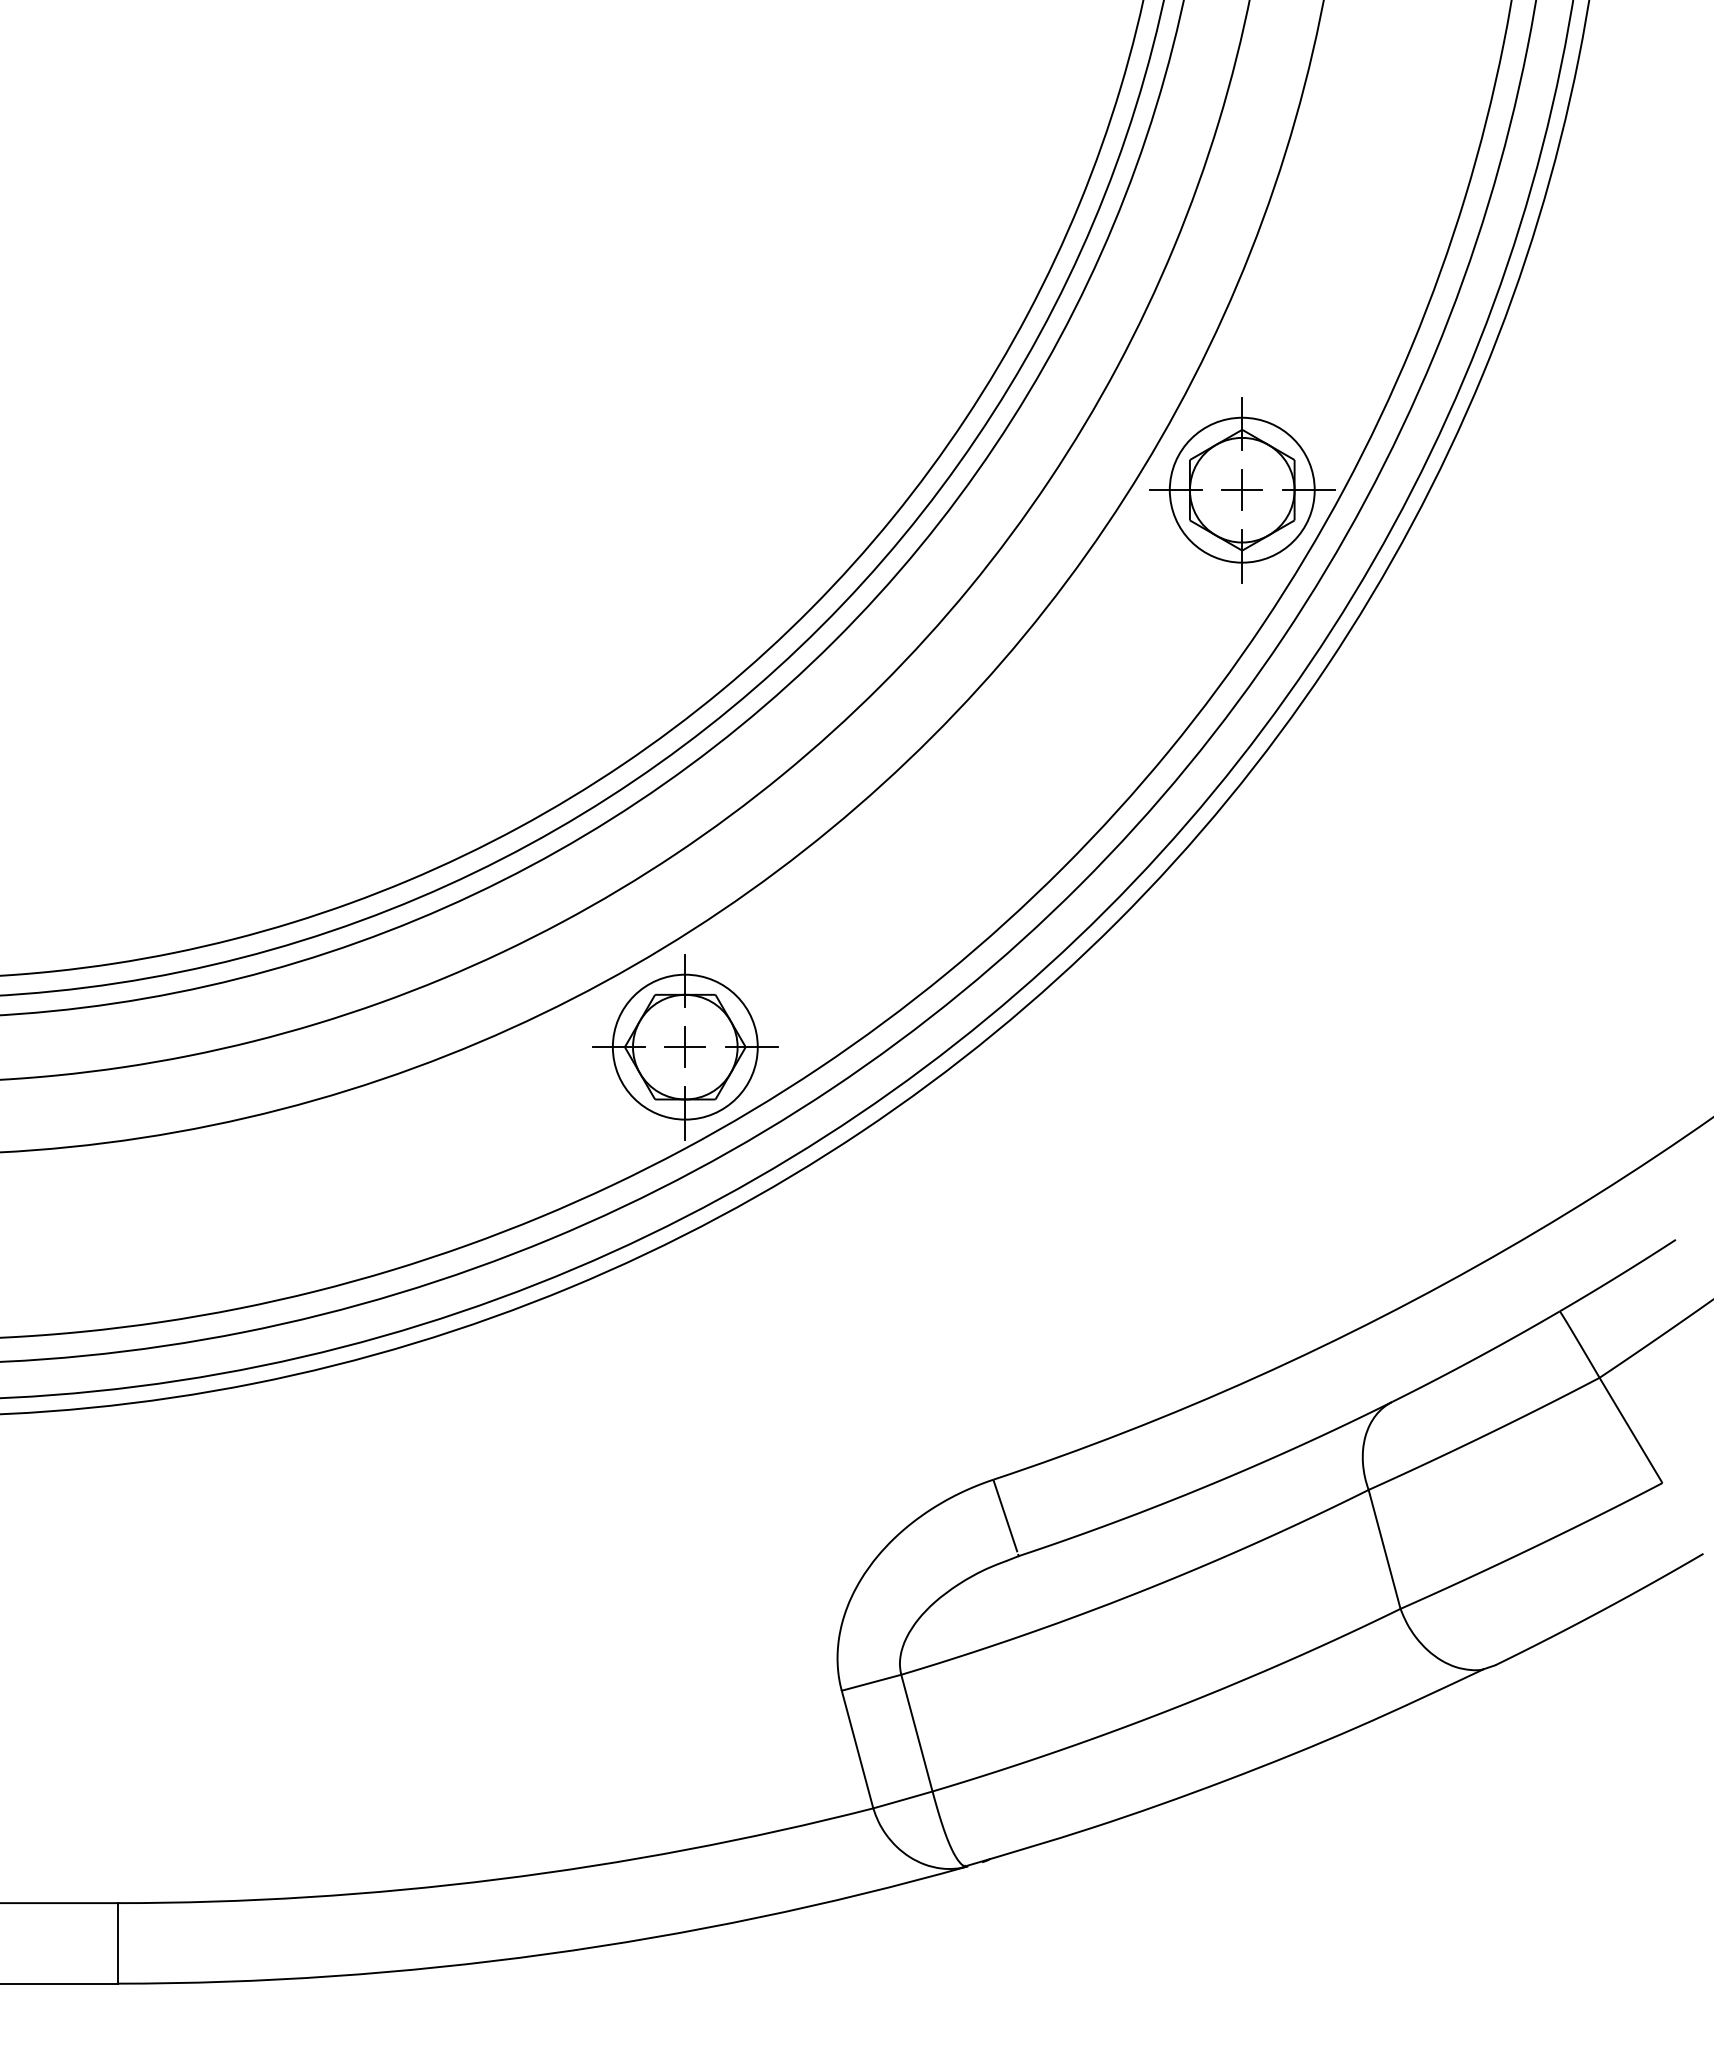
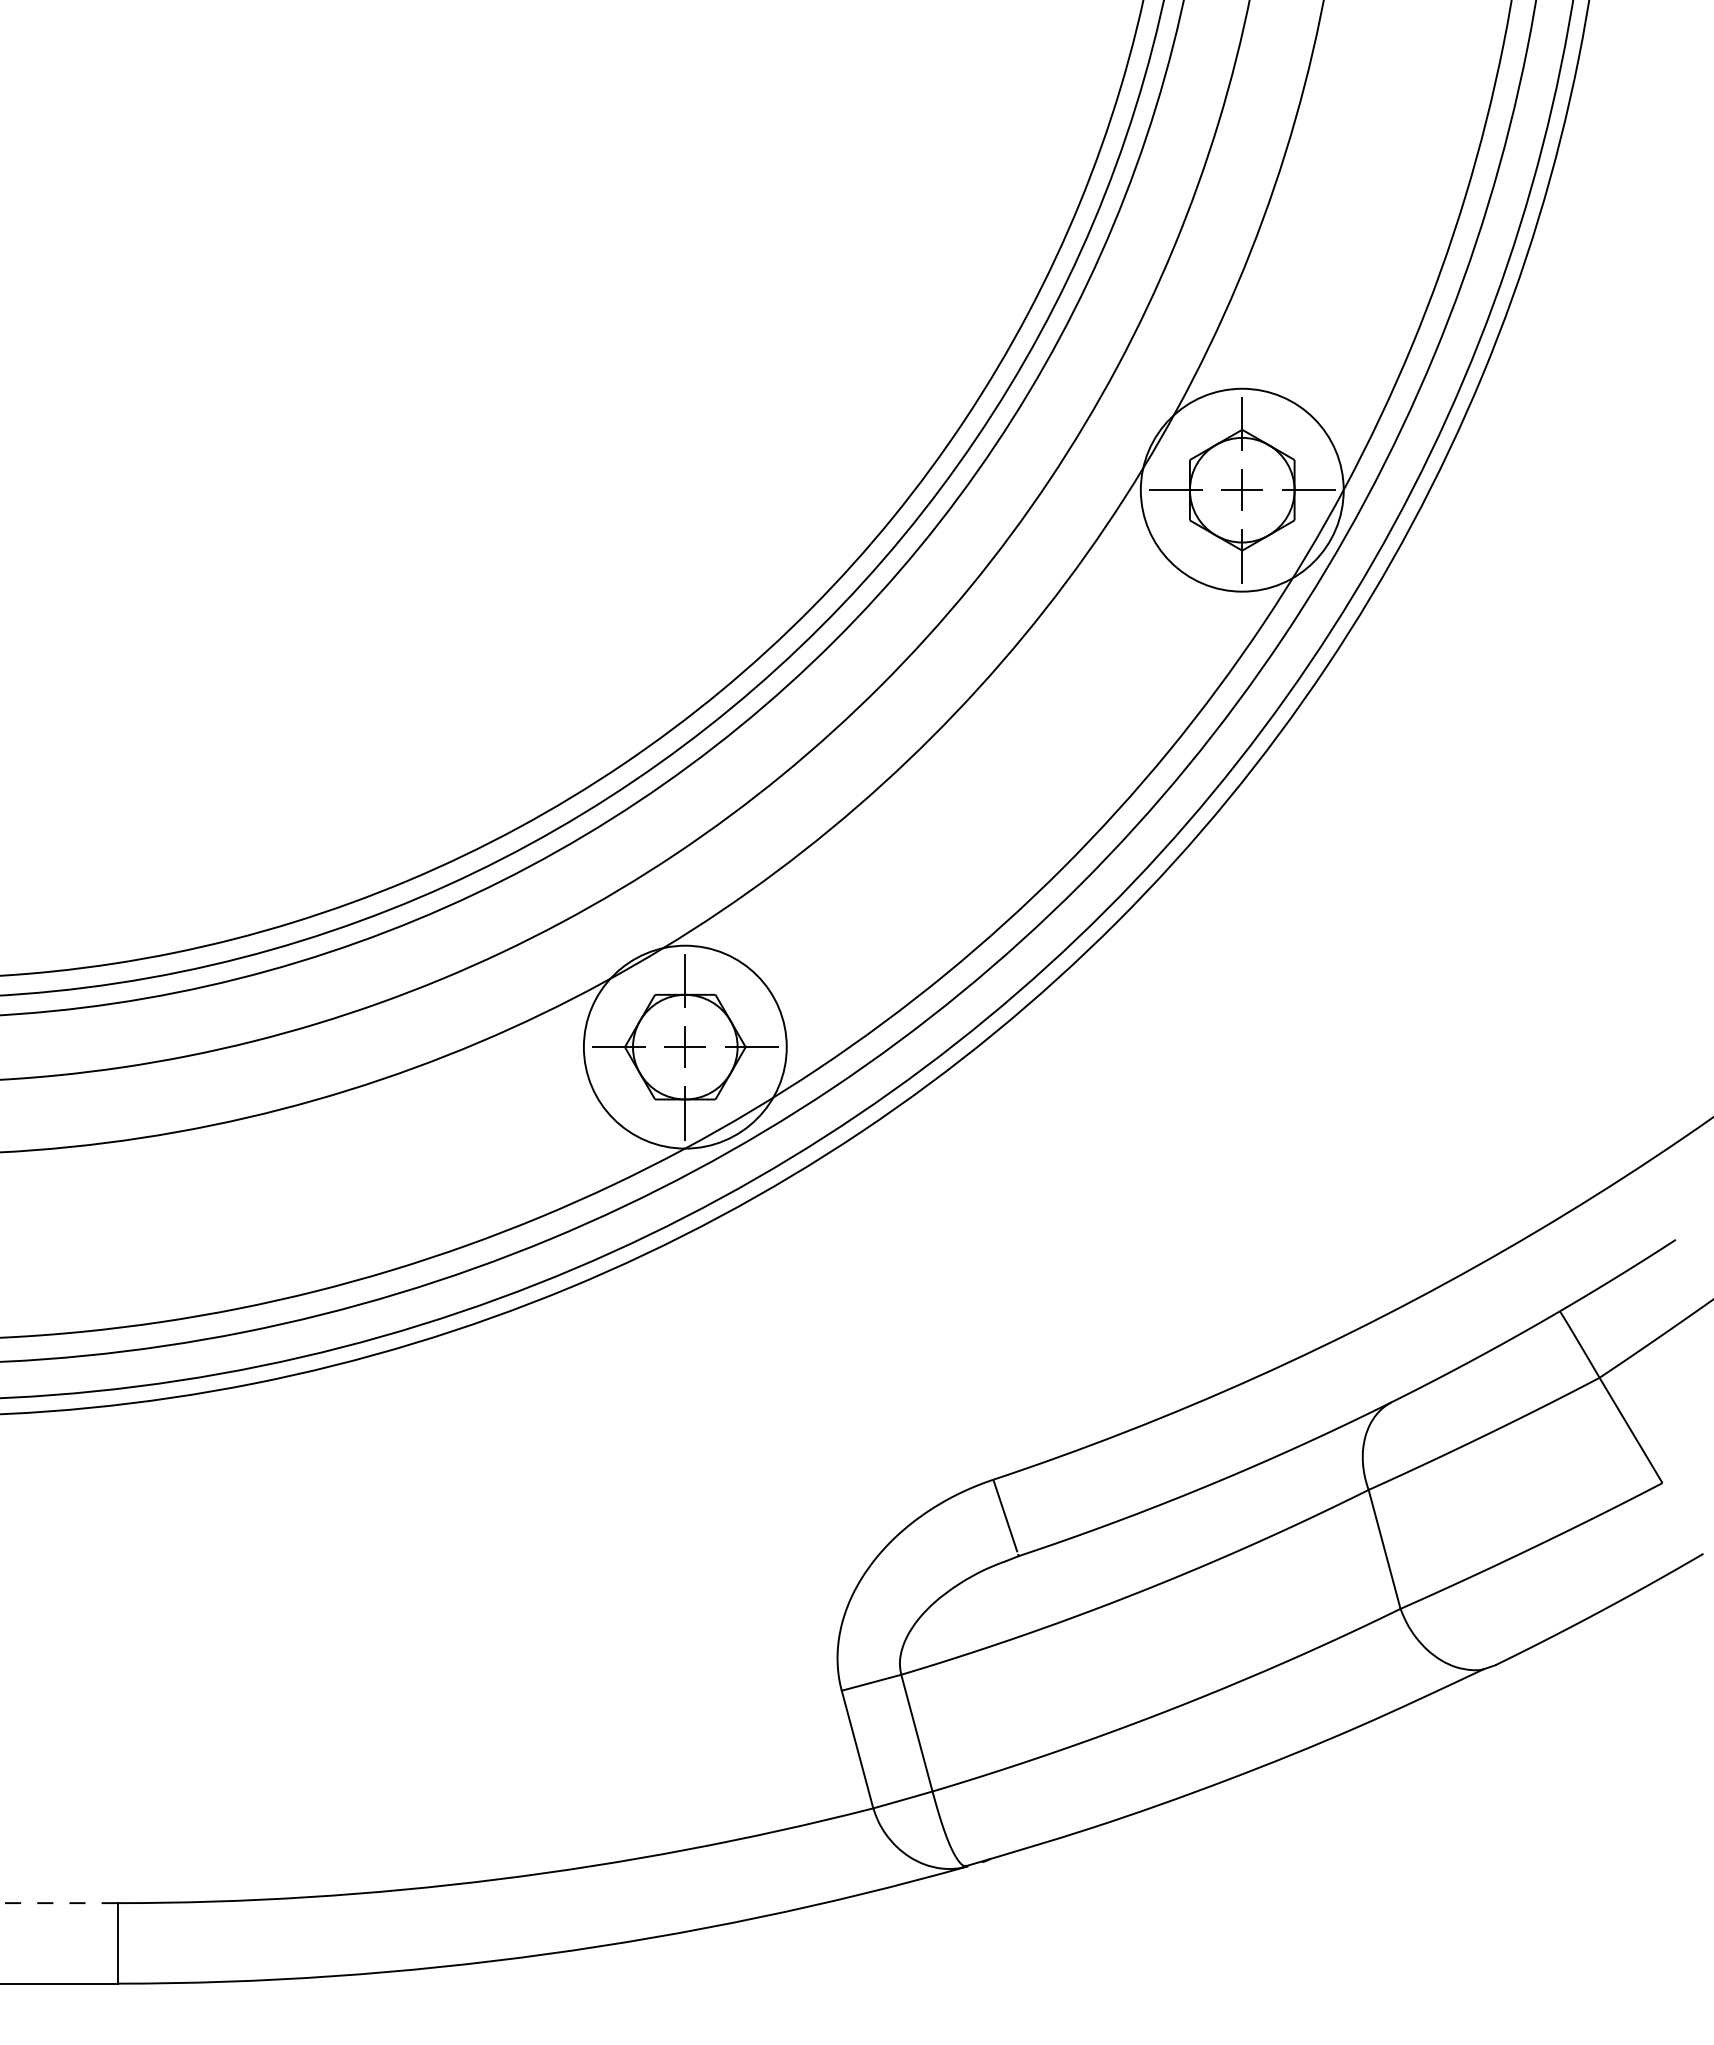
circle at (1241, 489) diameter: 145 px -> 203 px
circle at (684, 1046) diameter: 145 px -> 203 px
line at (58, 1903): solid -> dashed
